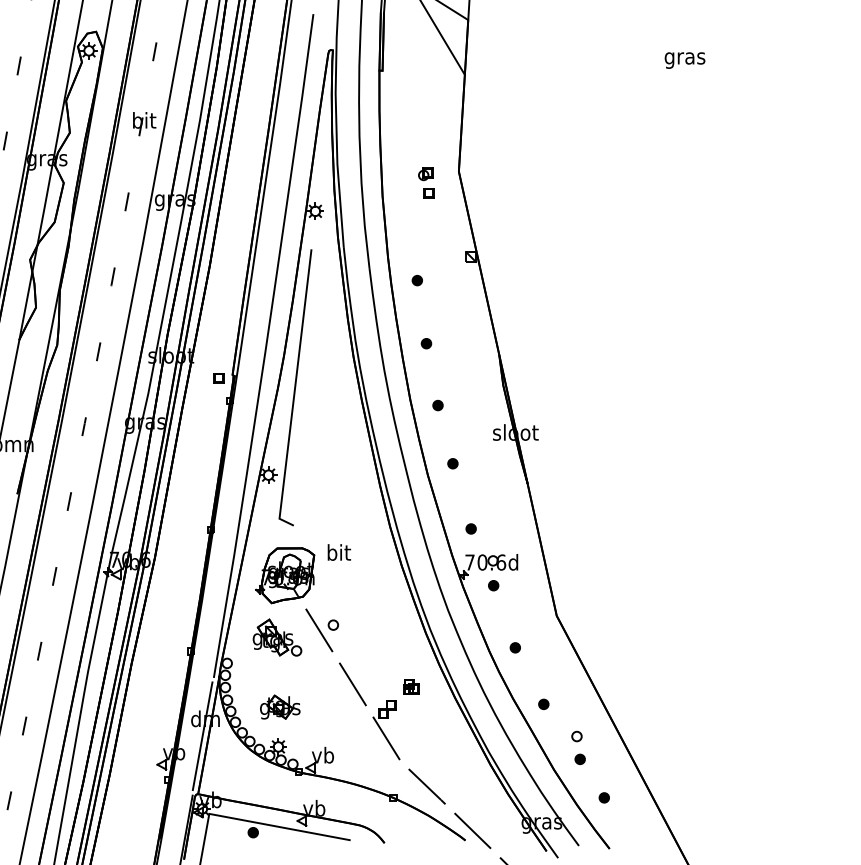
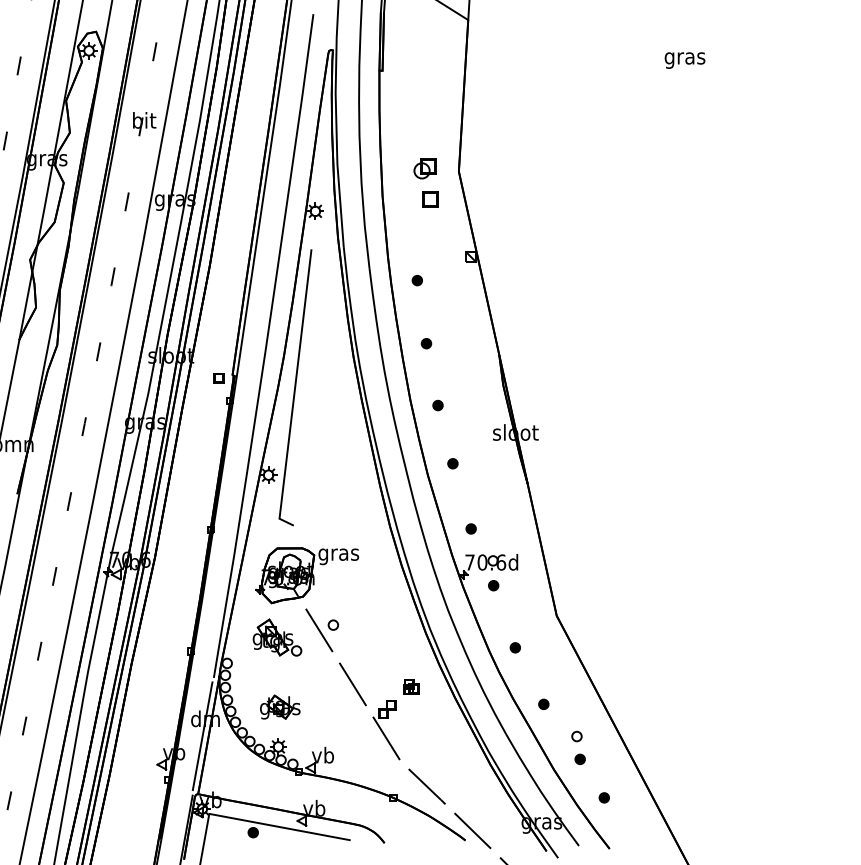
line at (442, 38): present -> none
part at (426, 182) size: 17x32 px -> 26x50 px
text at (338, 554): bit -> gras
